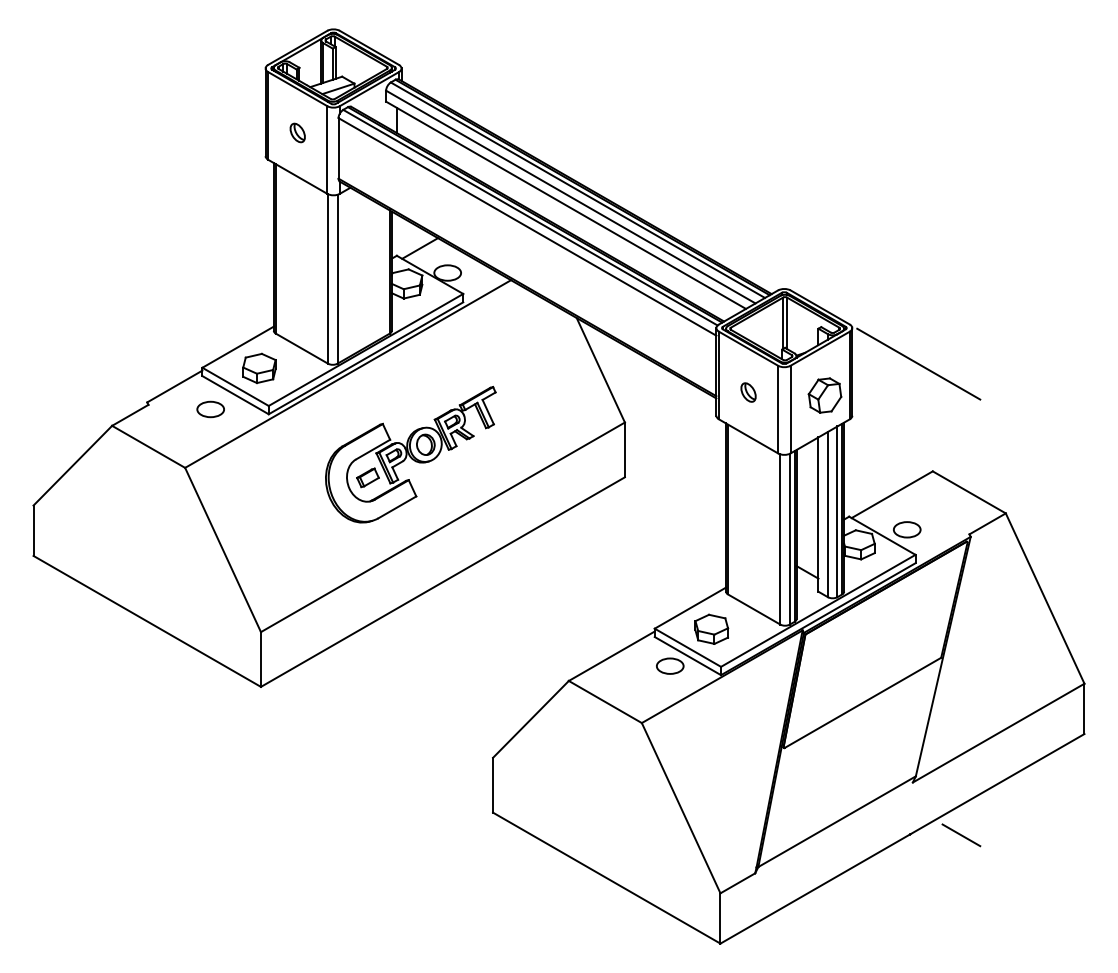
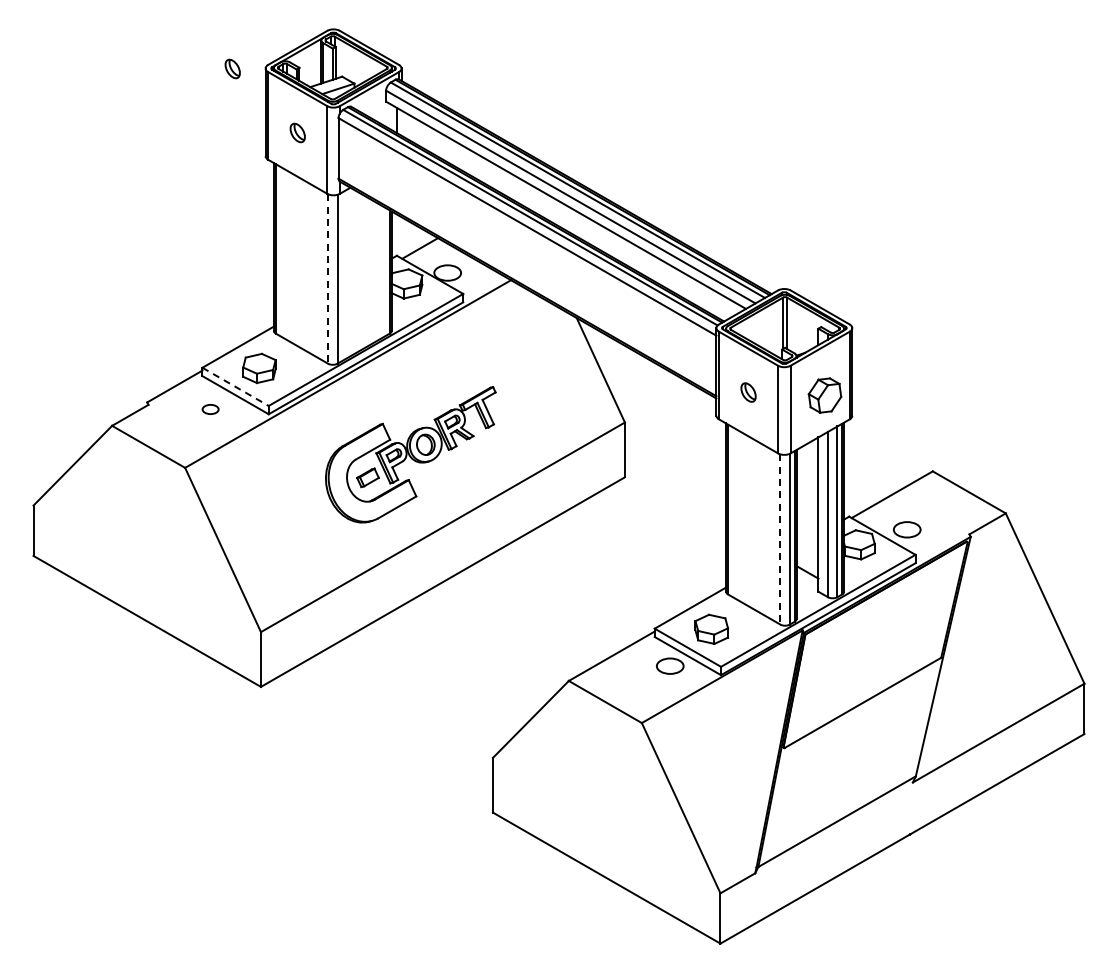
part at (232, 68): none -> present
line at (328, 278): solid -> dashed
line at (918, 363): present -> none
line at (236, 387): solid -> dashed
part at (210, 409) size: 29x19 px -> 19x11 px
line at (780, 539): solid -> dashed
line at (961, 835): present -> none
